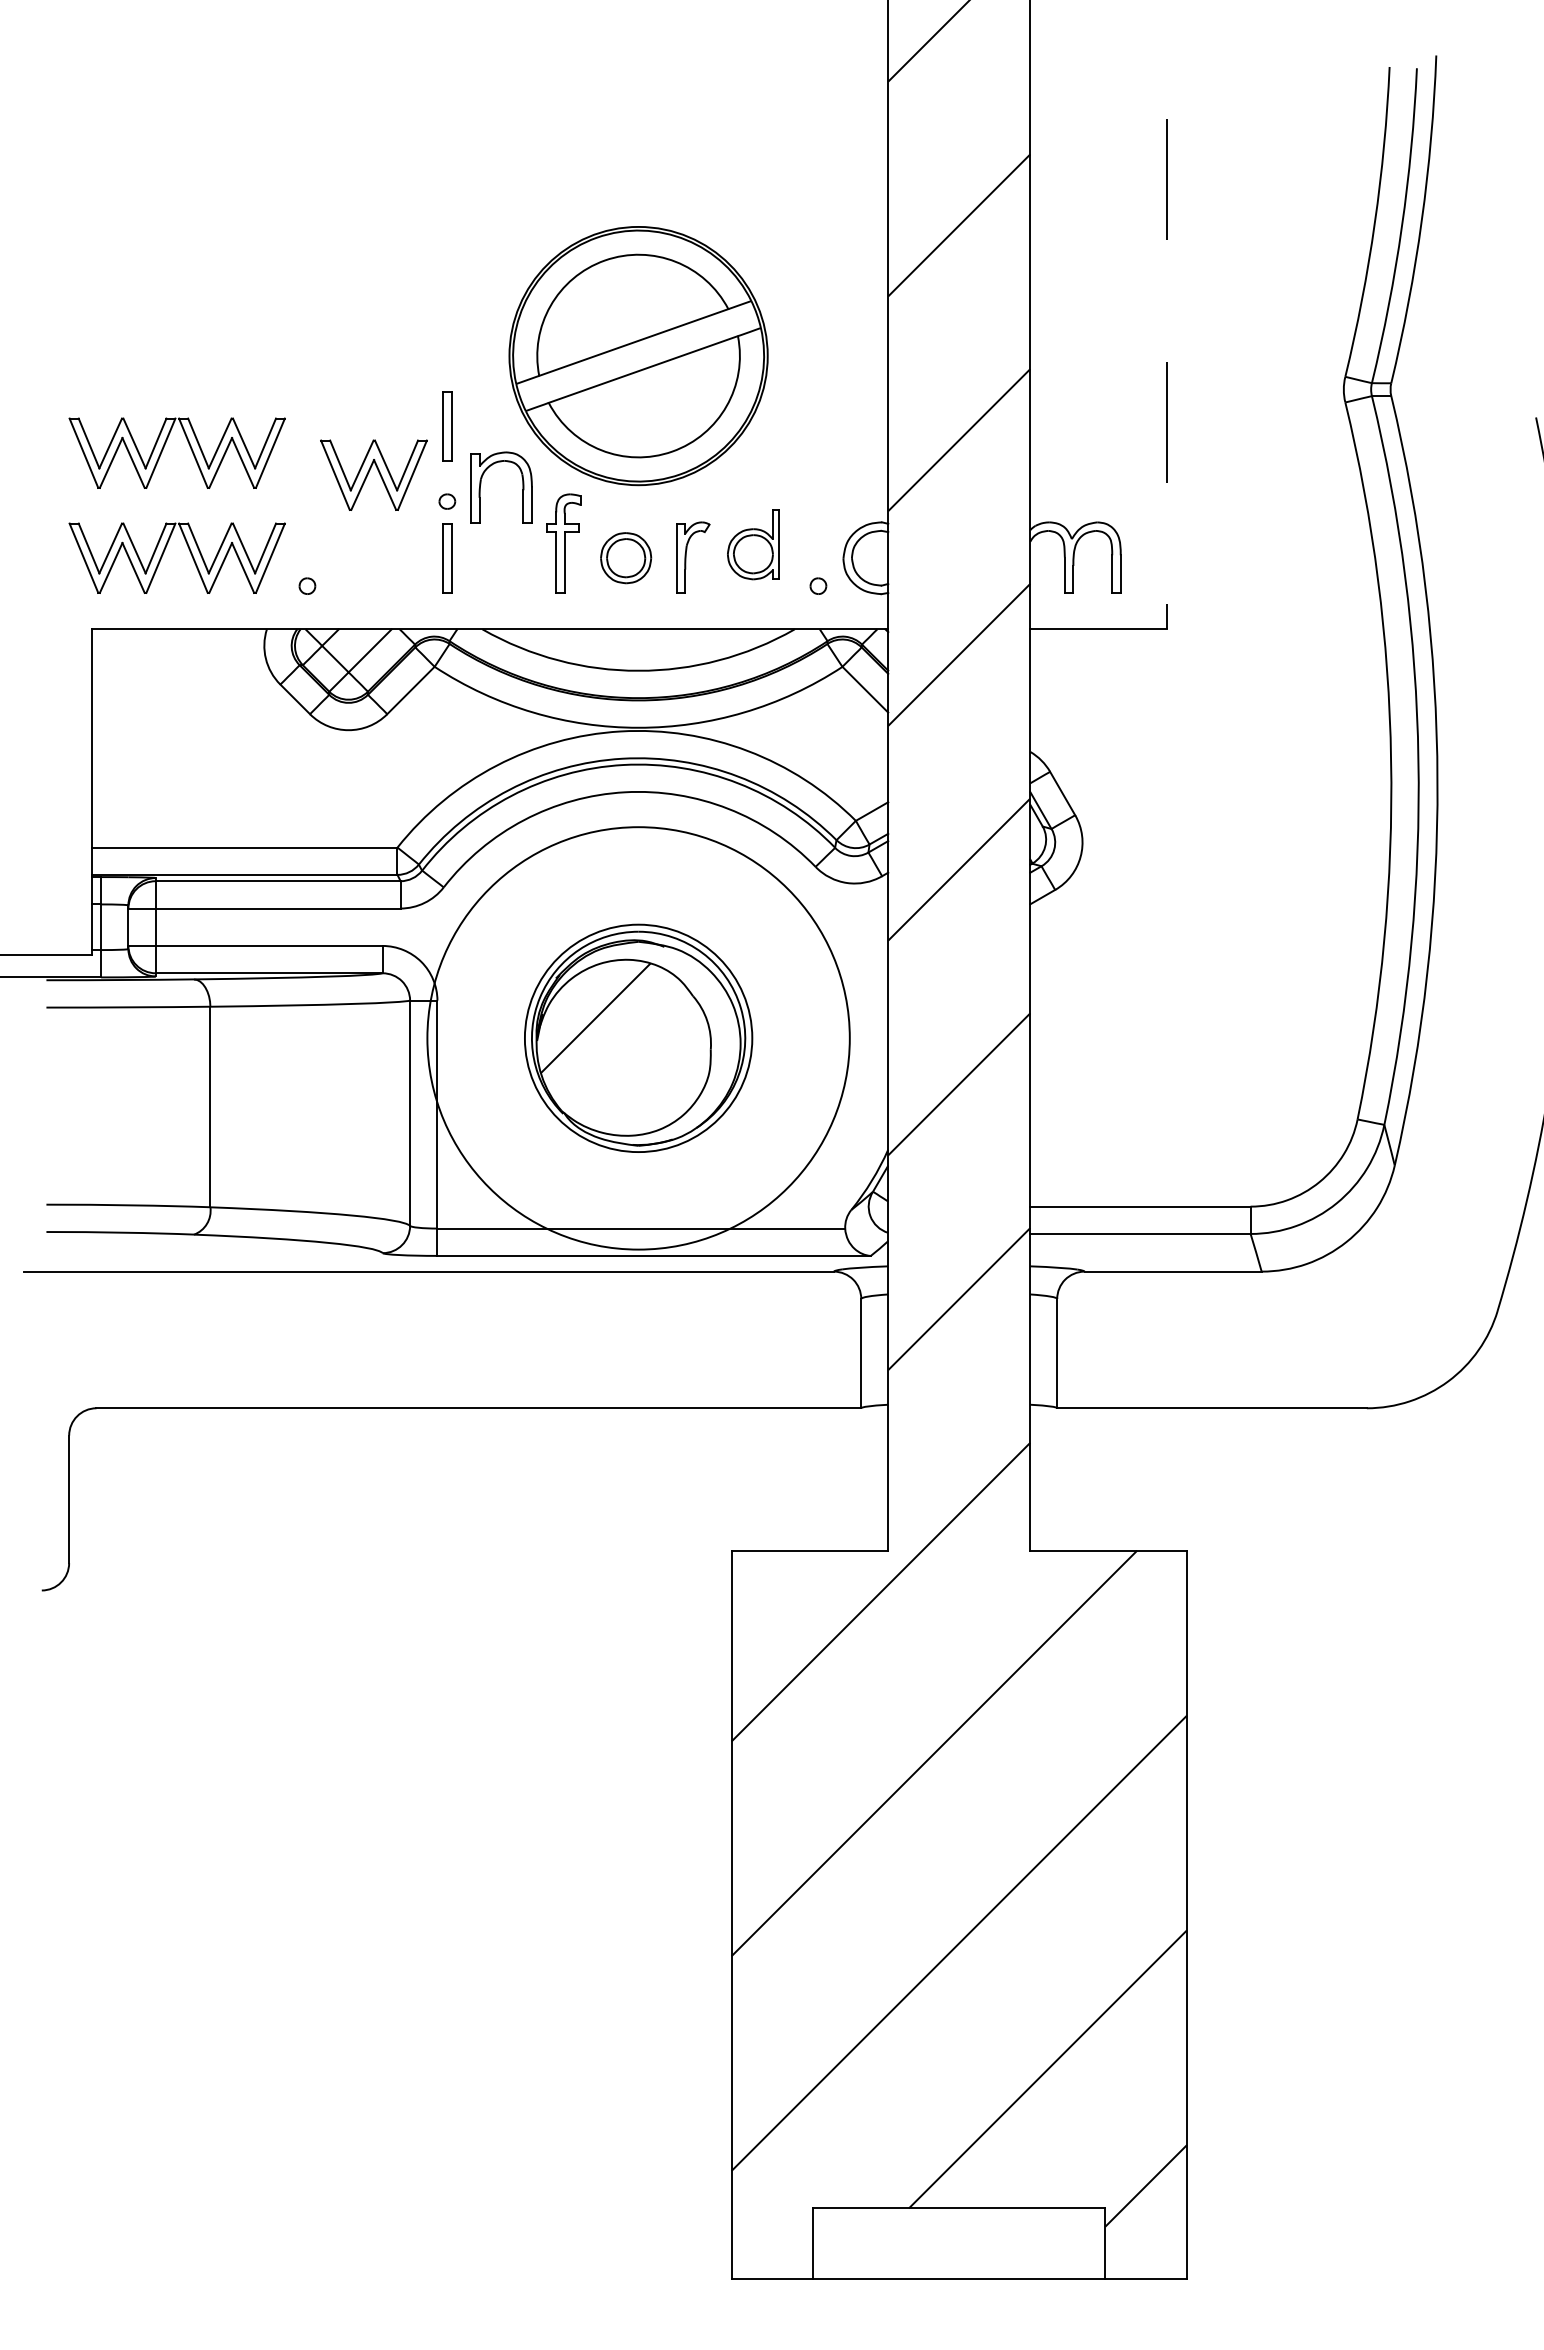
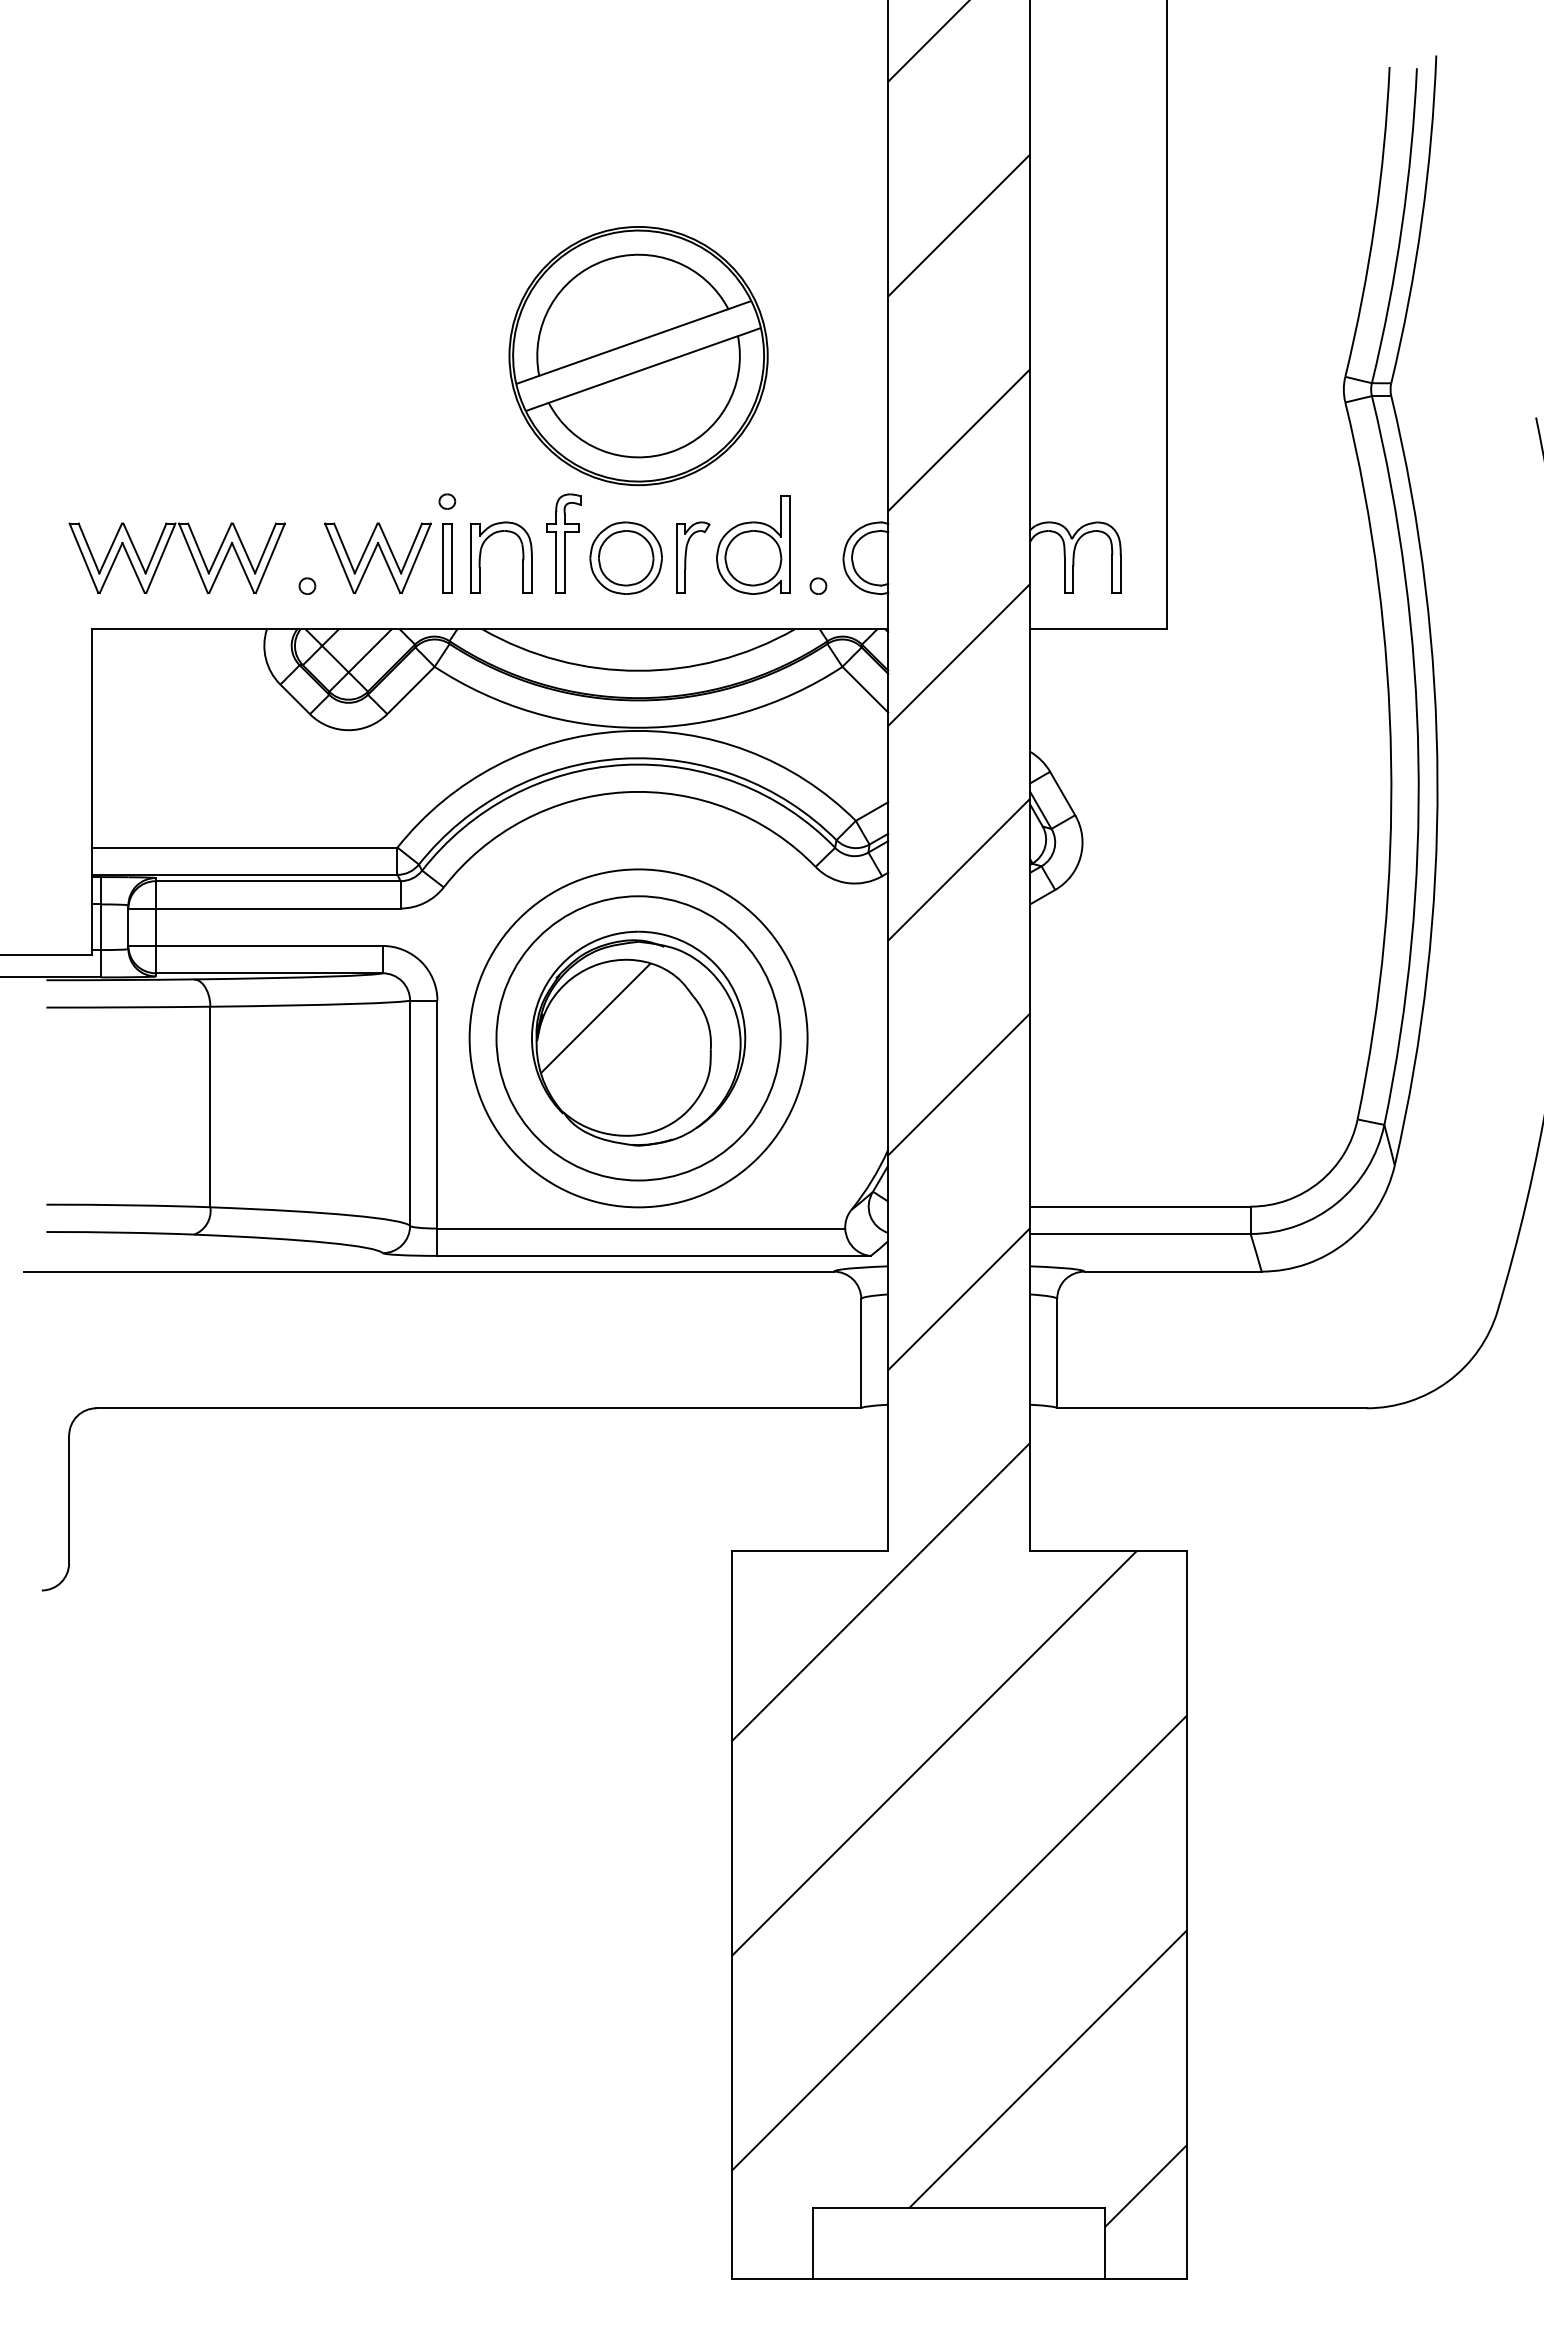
line at (1167, 315): dashed -> solid
part at (447, 426): present -> none
part at (164, 447): present -> none
part at (373, 474) position: (373, 474) -> (377, 557)
part at (481, 484) position: (481, 484) -> (481, 554)
part at (753, 544) size: 53x72 px -> 75x100 px
part at (626, 558) size: 53x53 px -> 74x74 px
circle at (638, 1038) diameter: 227 px -> 284 px
circle at (638, 1038) diameter: 422 px -> 338 px
